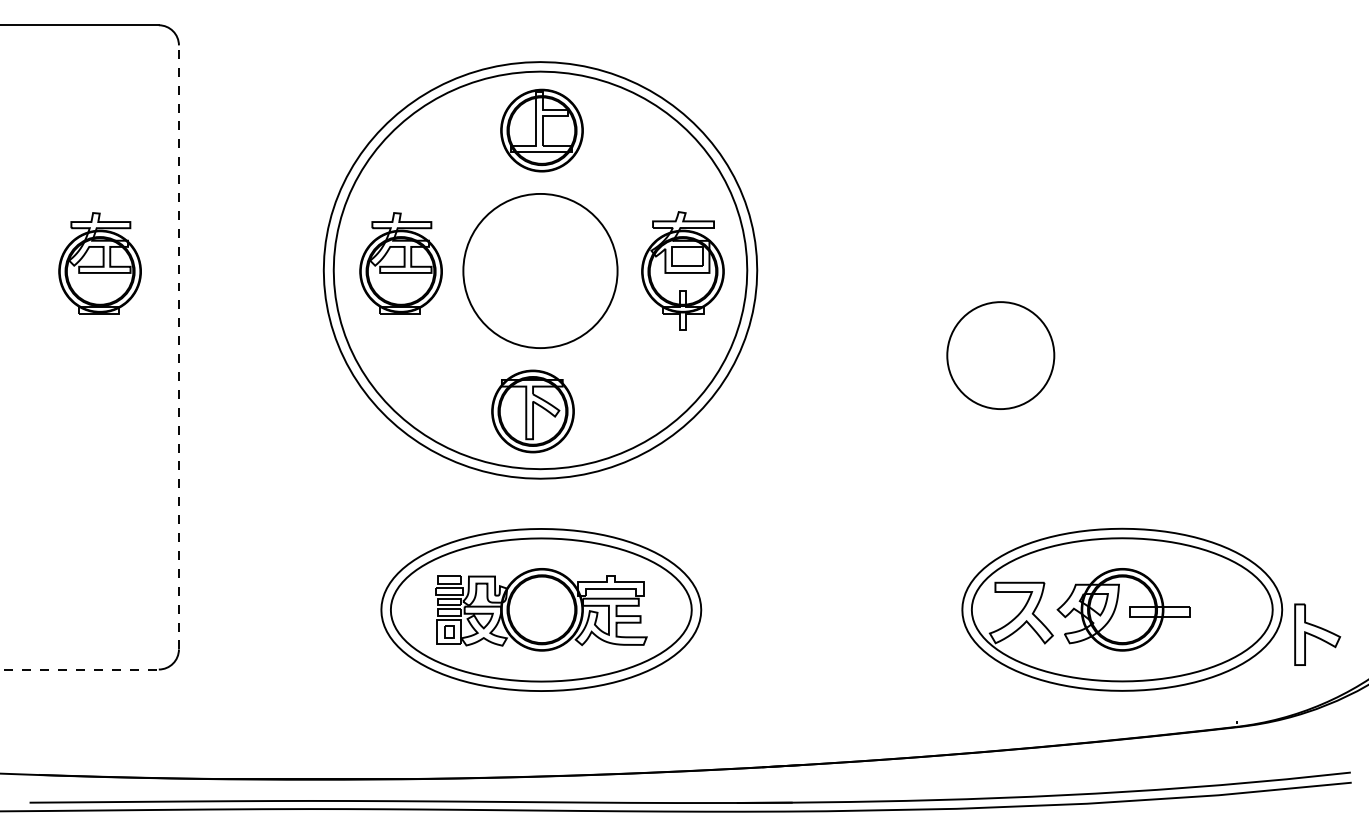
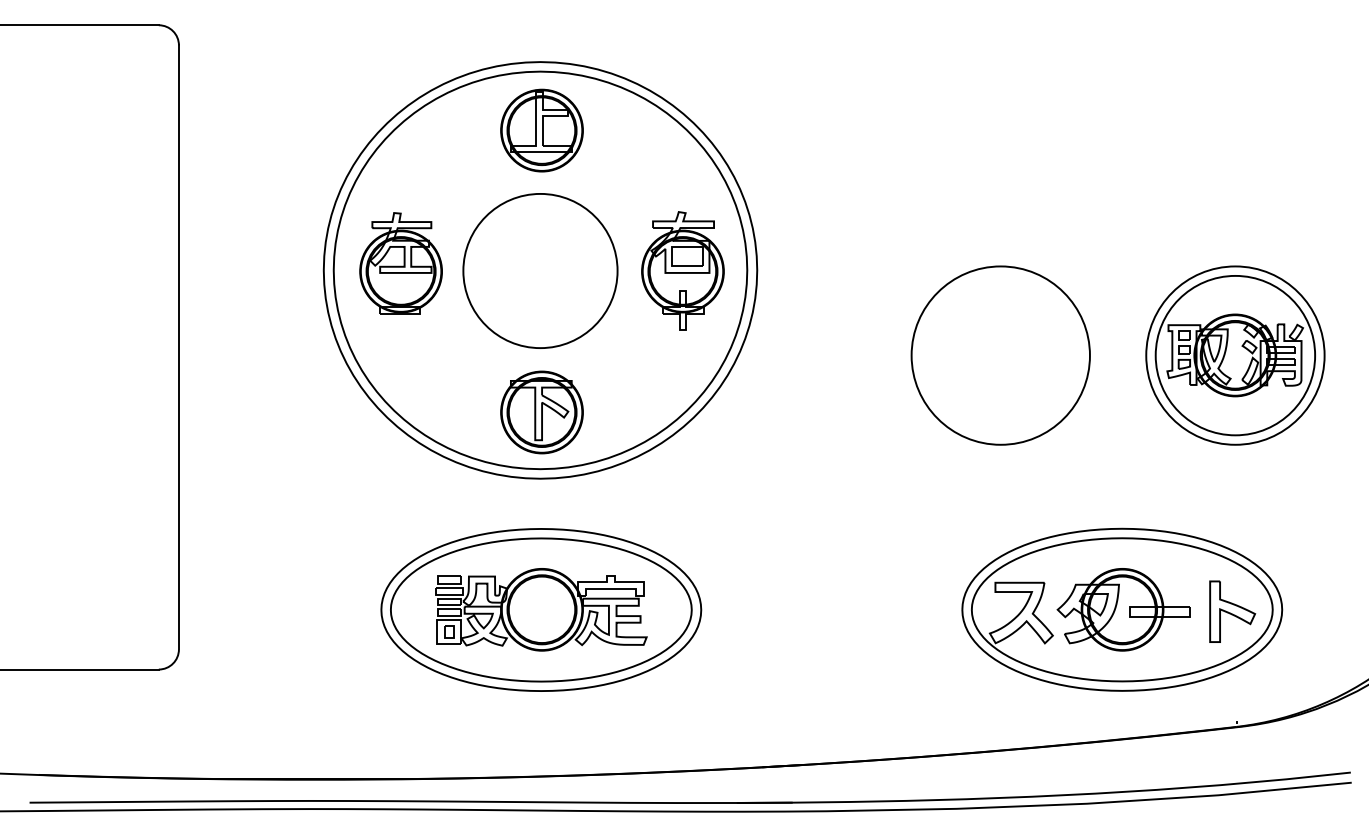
part at (99, 263): present -> none
line at (178, 346): dashed -> solid
circle at (1000, 355) diameter: 107 px -> 178 px
part at (1235, 355): none -> present
part at (532, 411) position: (532, 411) -> (541, 412)
part at (1317, 634) position: (1317, 634) -> (1232, 611)
line at (79, 669): dashed -> solid
